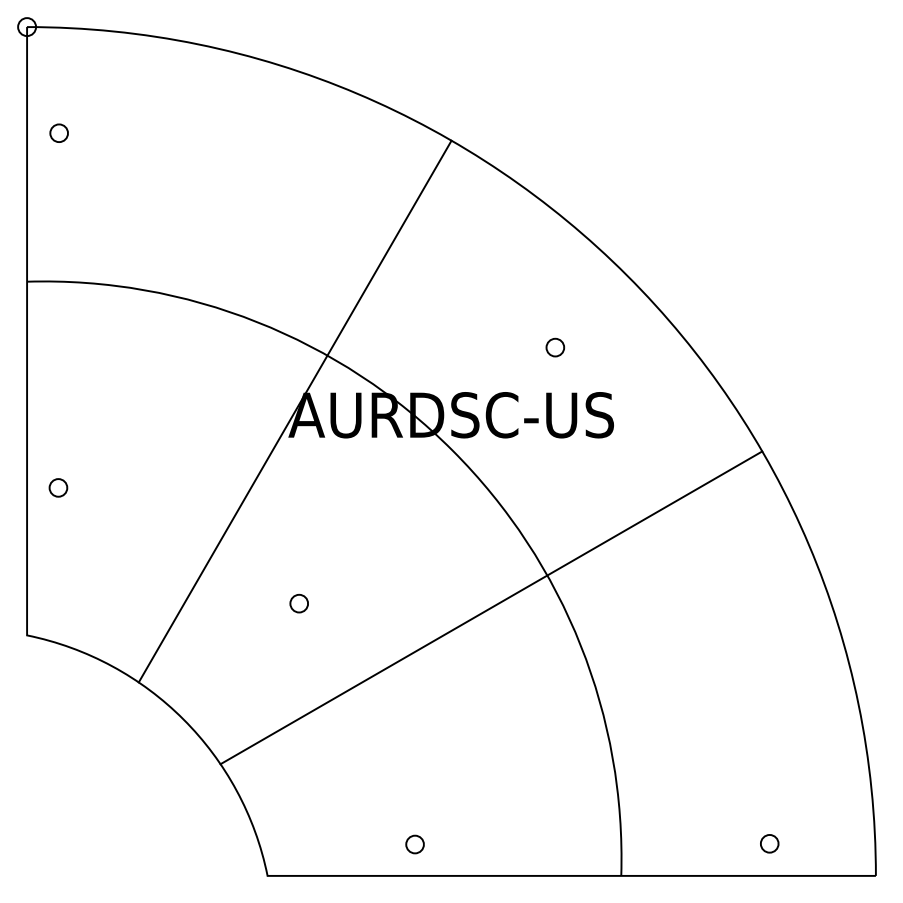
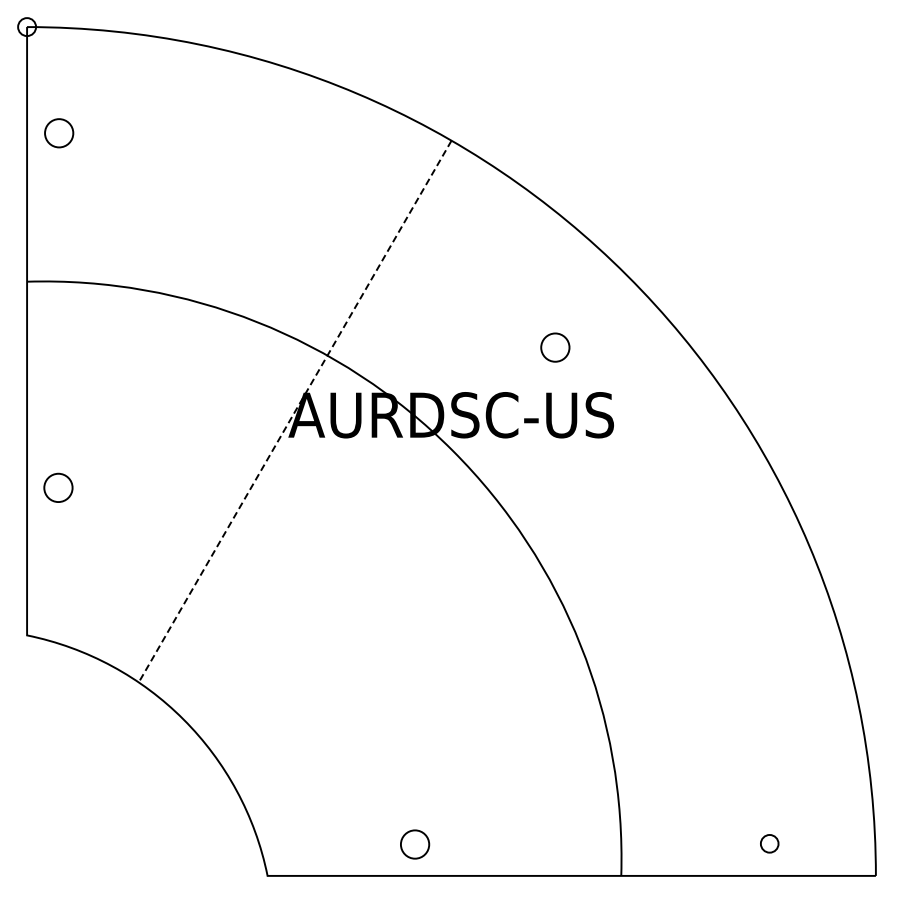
circle at (59, 133) diameter: 18 px -> 28 px
circle at (555, 347) diameter: 18 px -> 28 px
line at (295, 411): solid -> dashed
circle at (58, 487) diameter: 18 px -> 28 px
circle at (298, 603): present -> none
line at (491, 607): present -> none
circle at (414, 844) diameter: 18 px -> 28 px
